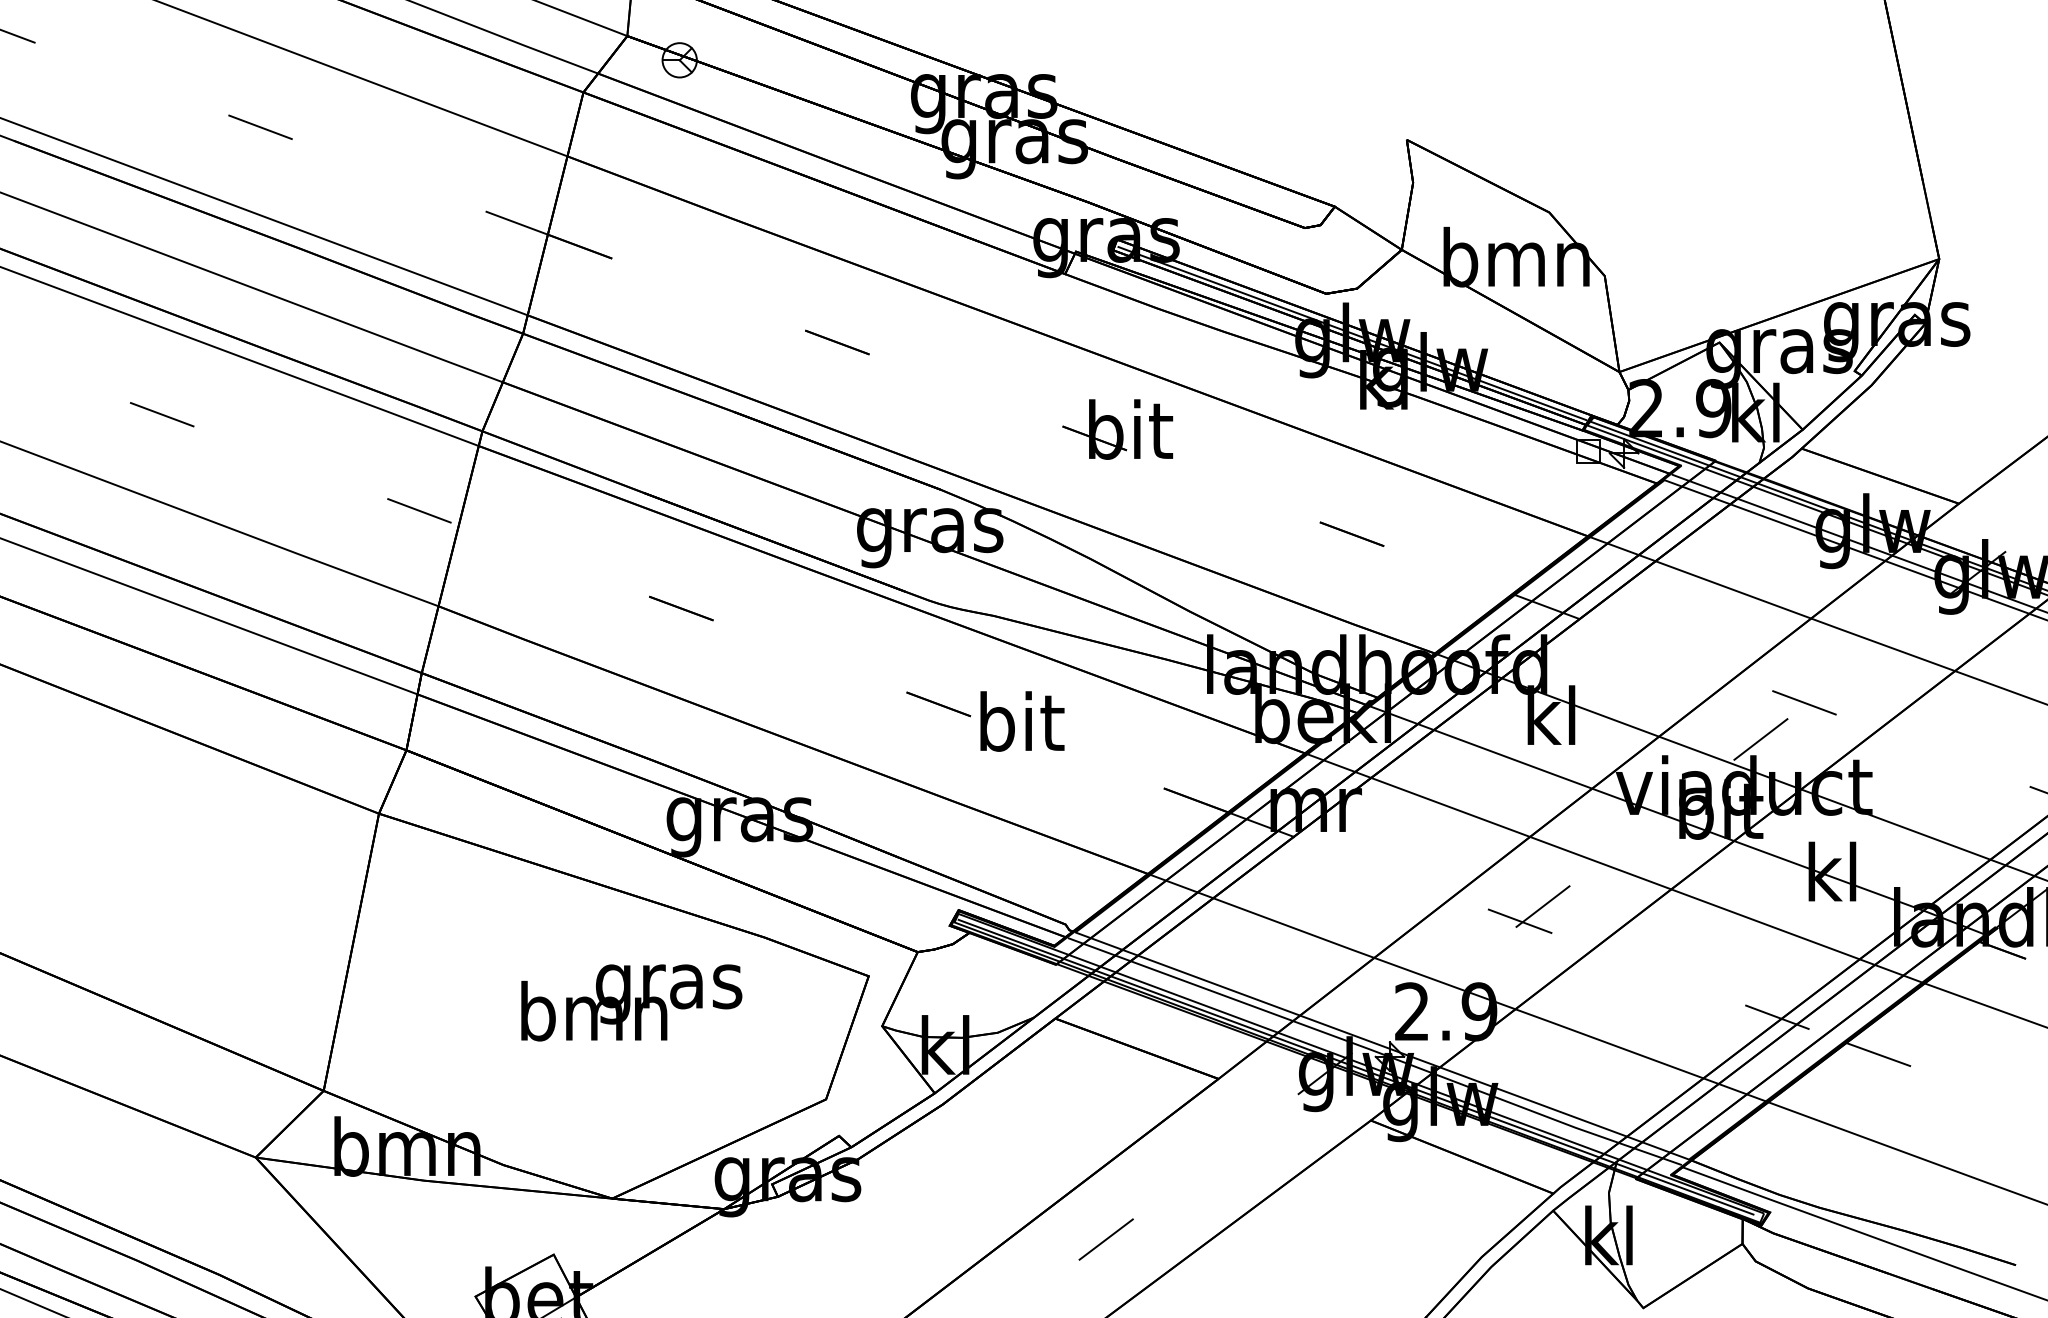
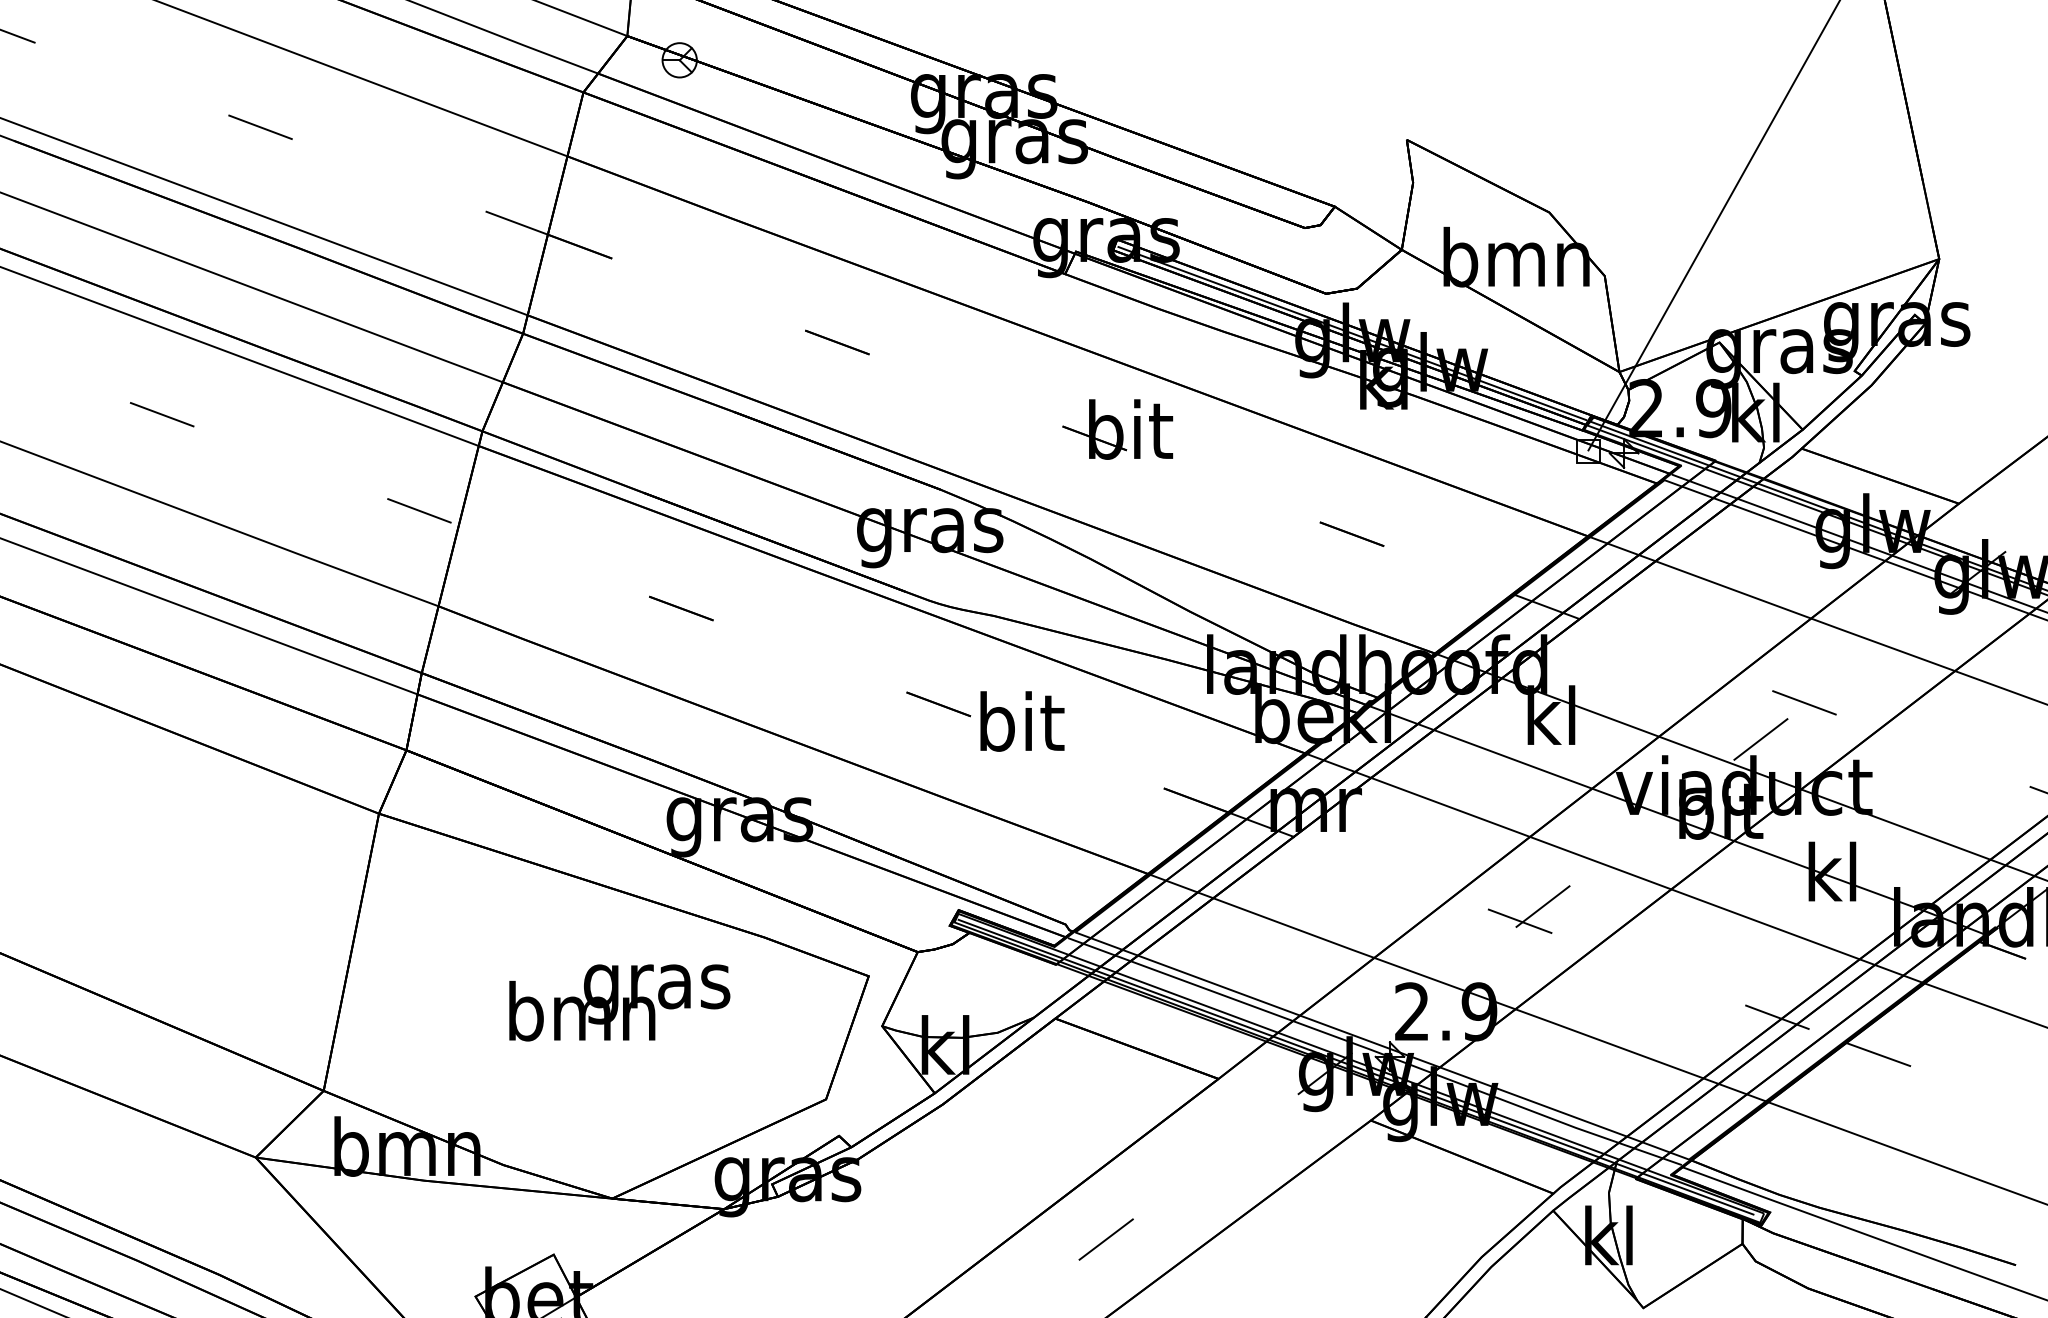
line at (1713, 226): none -> present
text at (631, 1002) position: (631, 1002) -> (619, 1002)
